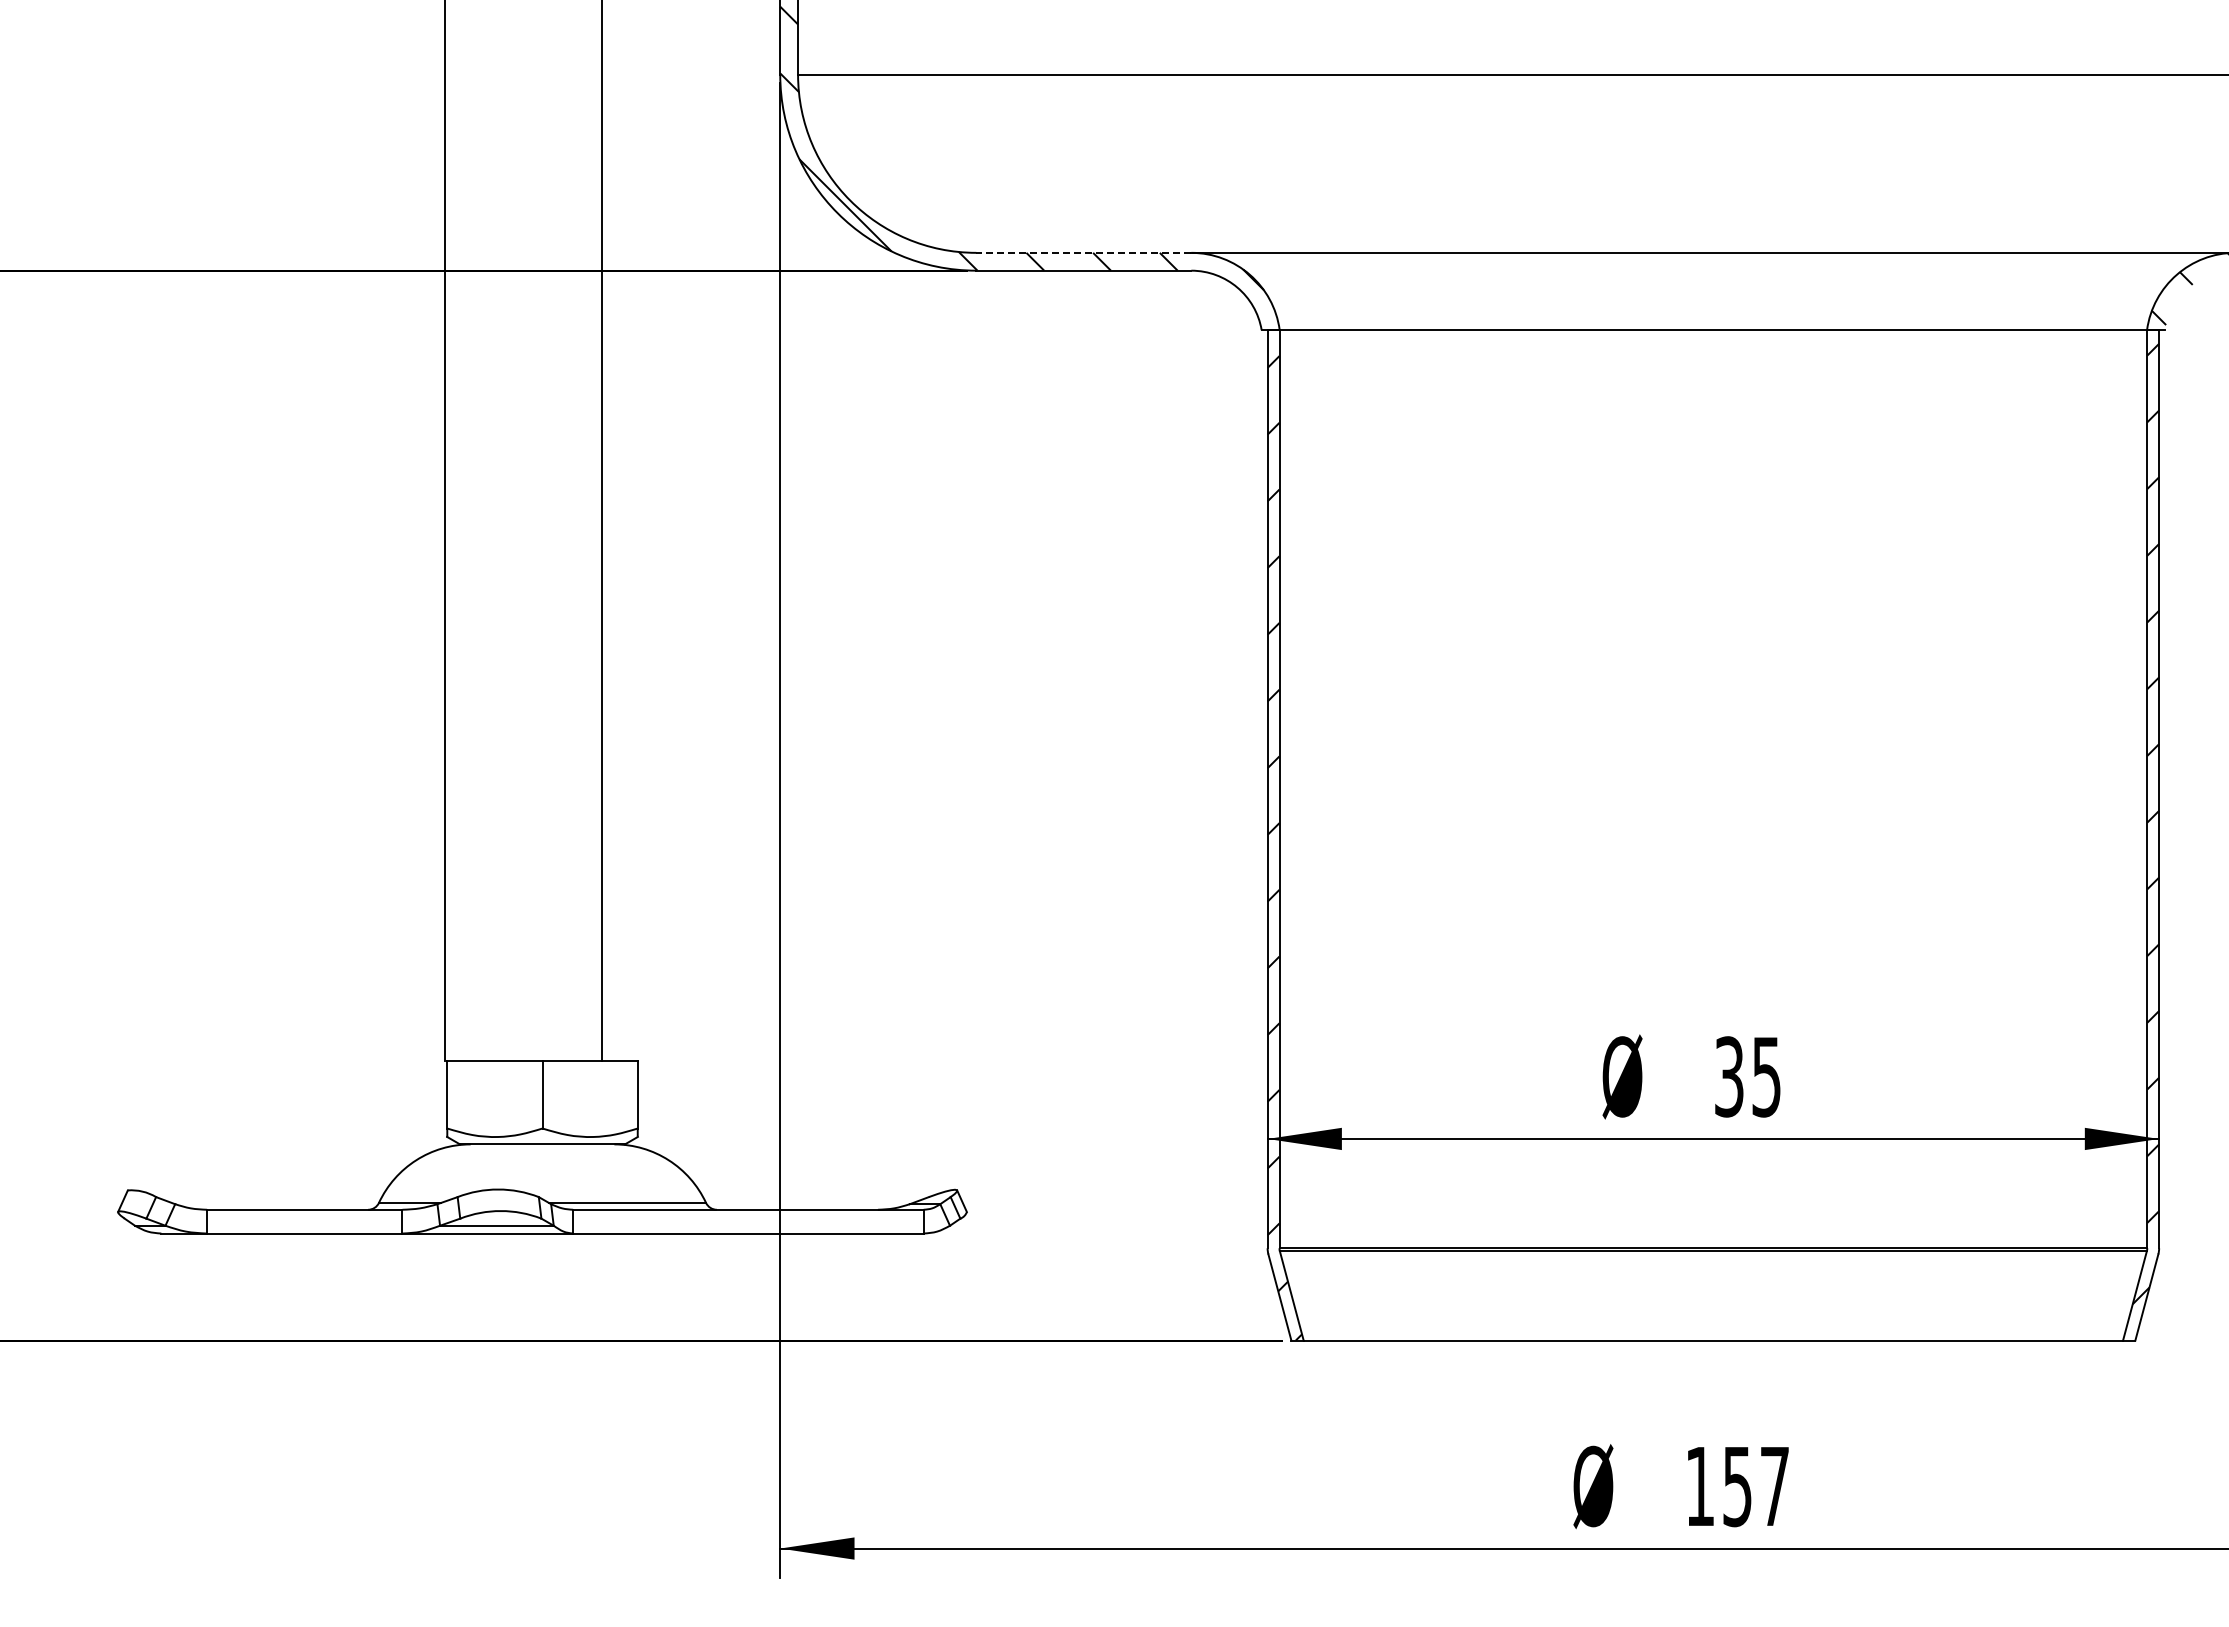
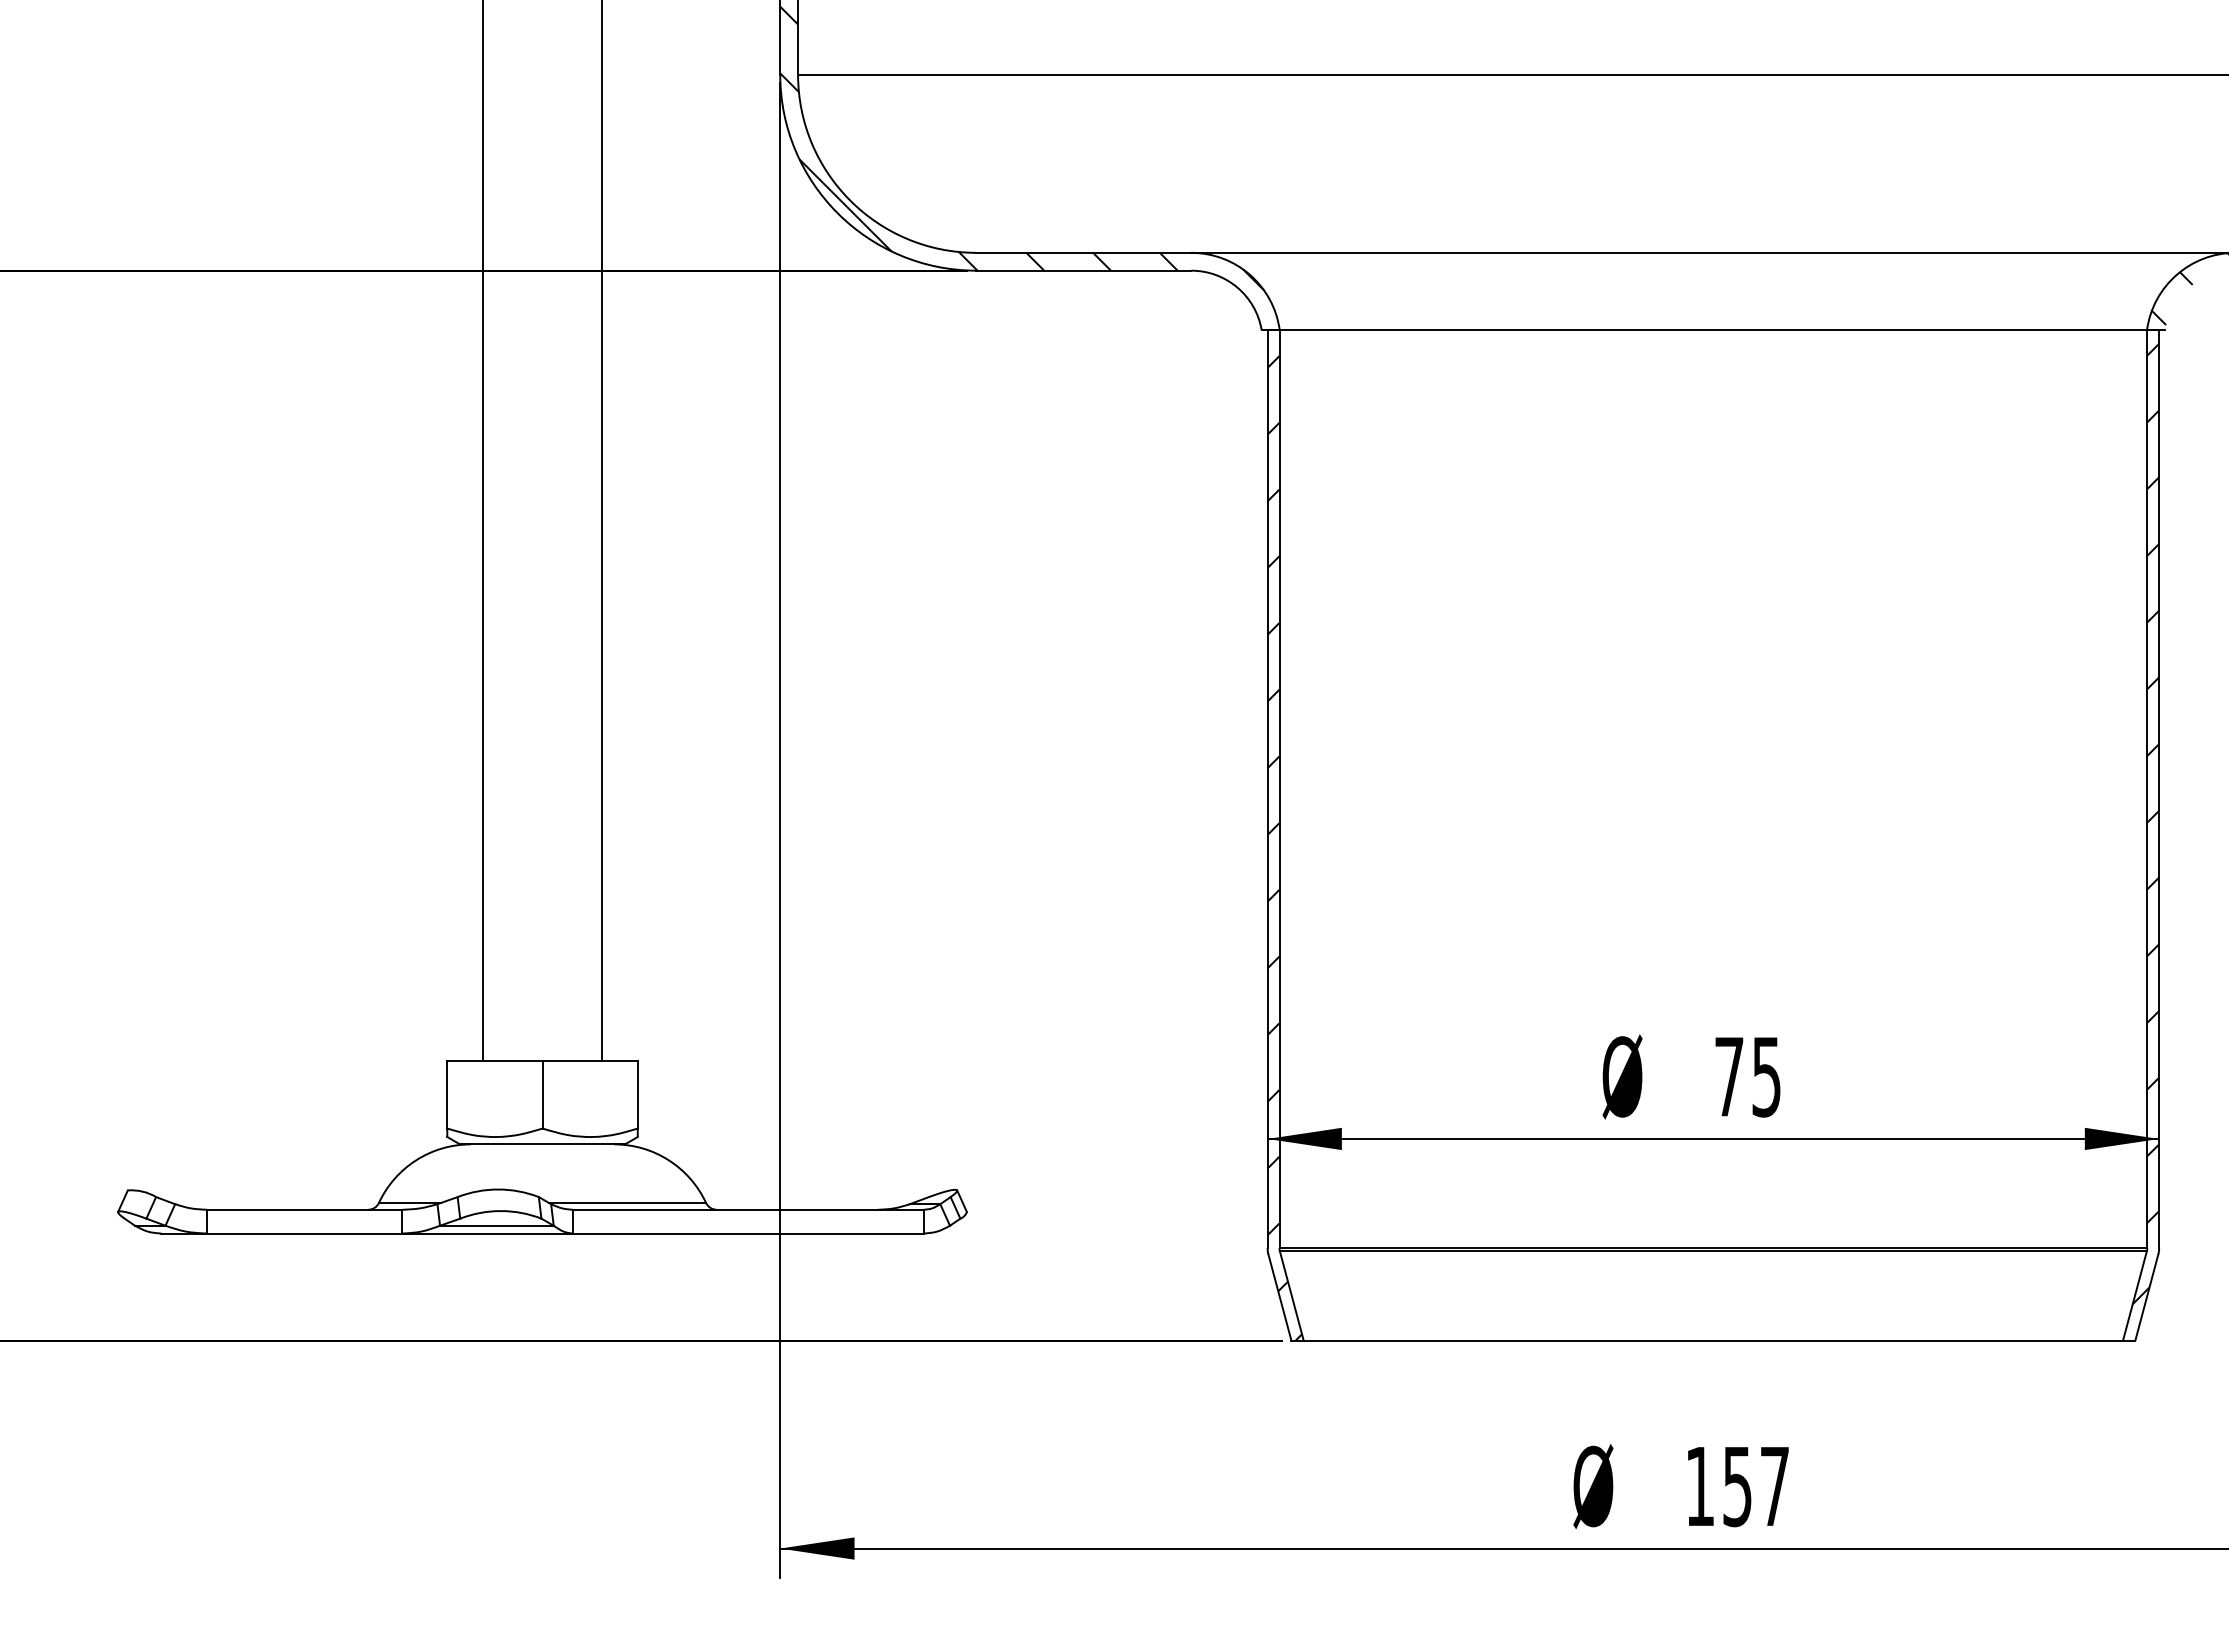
line at (1083, 252): dashed -> solid
line at (445, 531) position: (445, 531) -> (483, 531)
text at (1729, 1076): 35 -> 75
